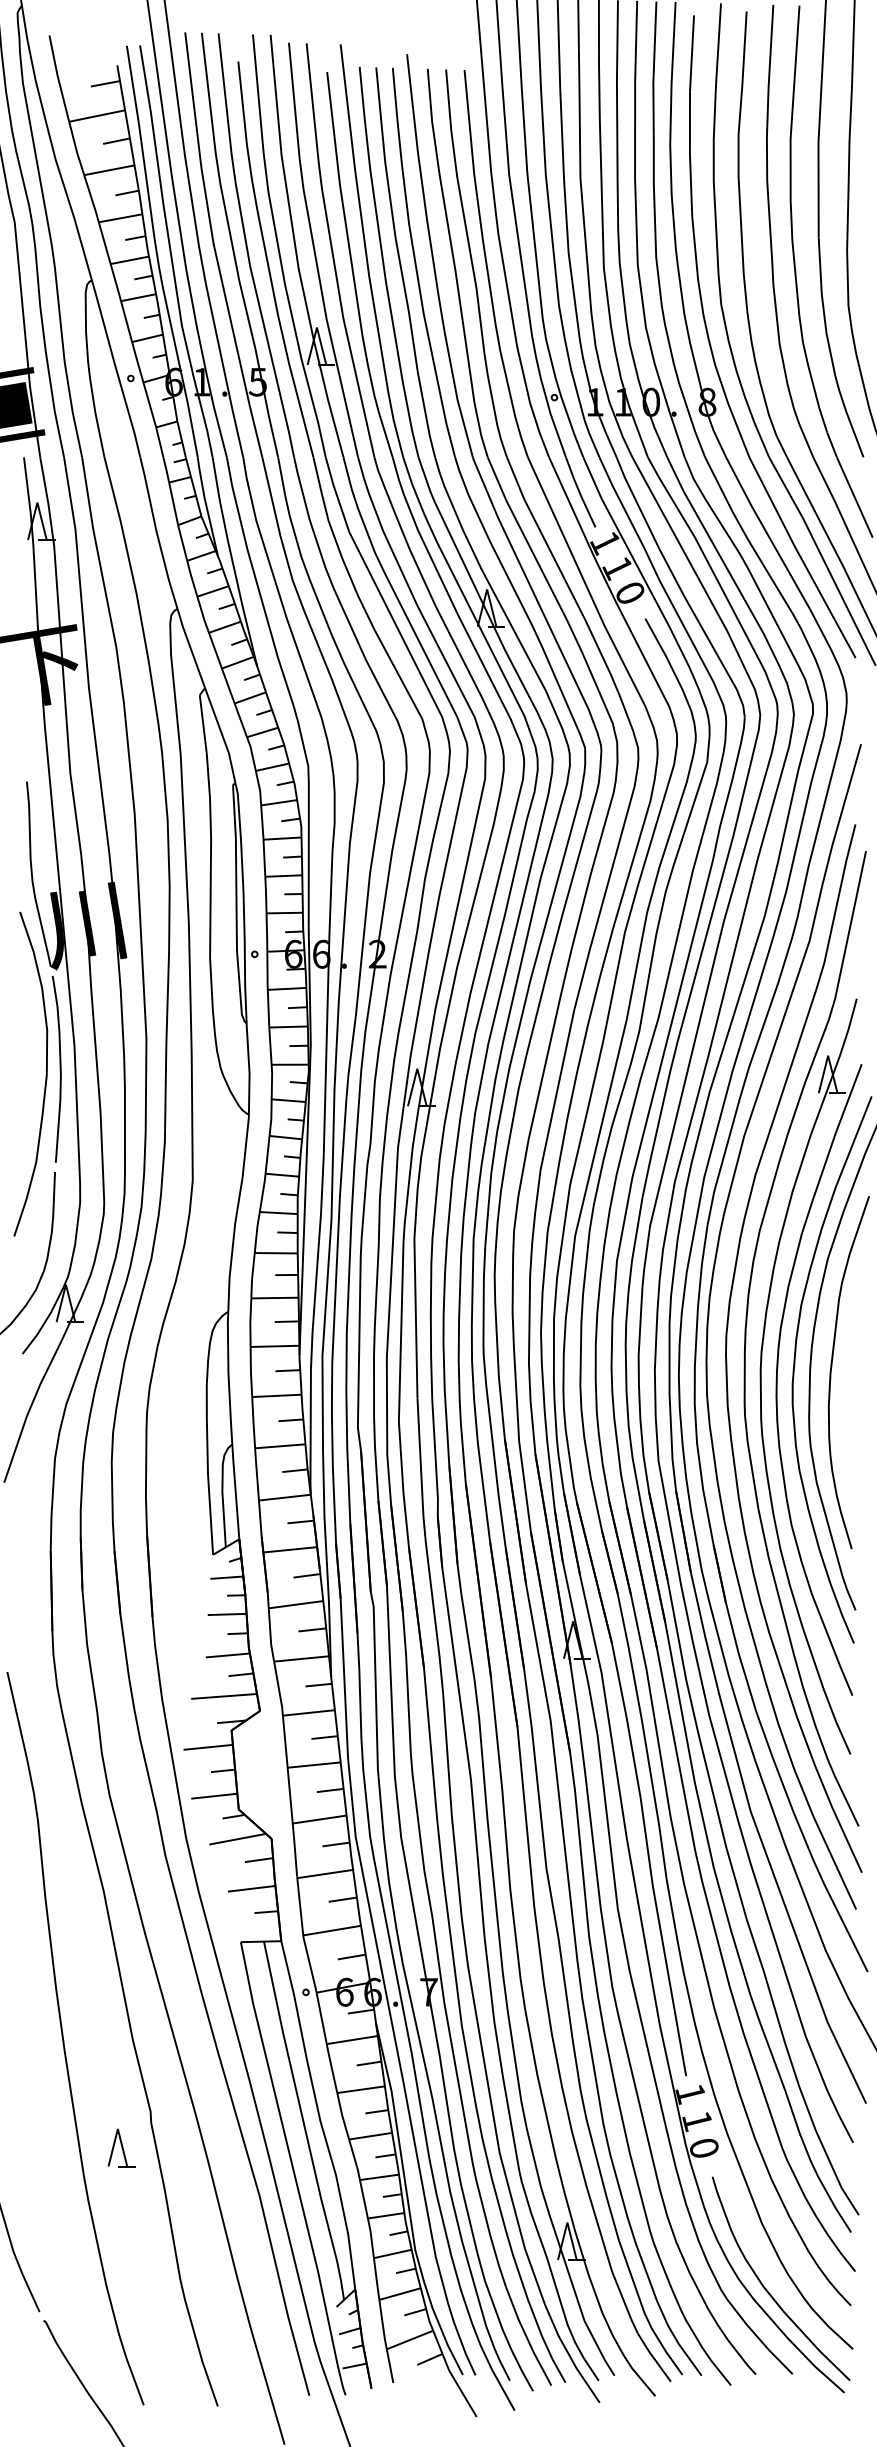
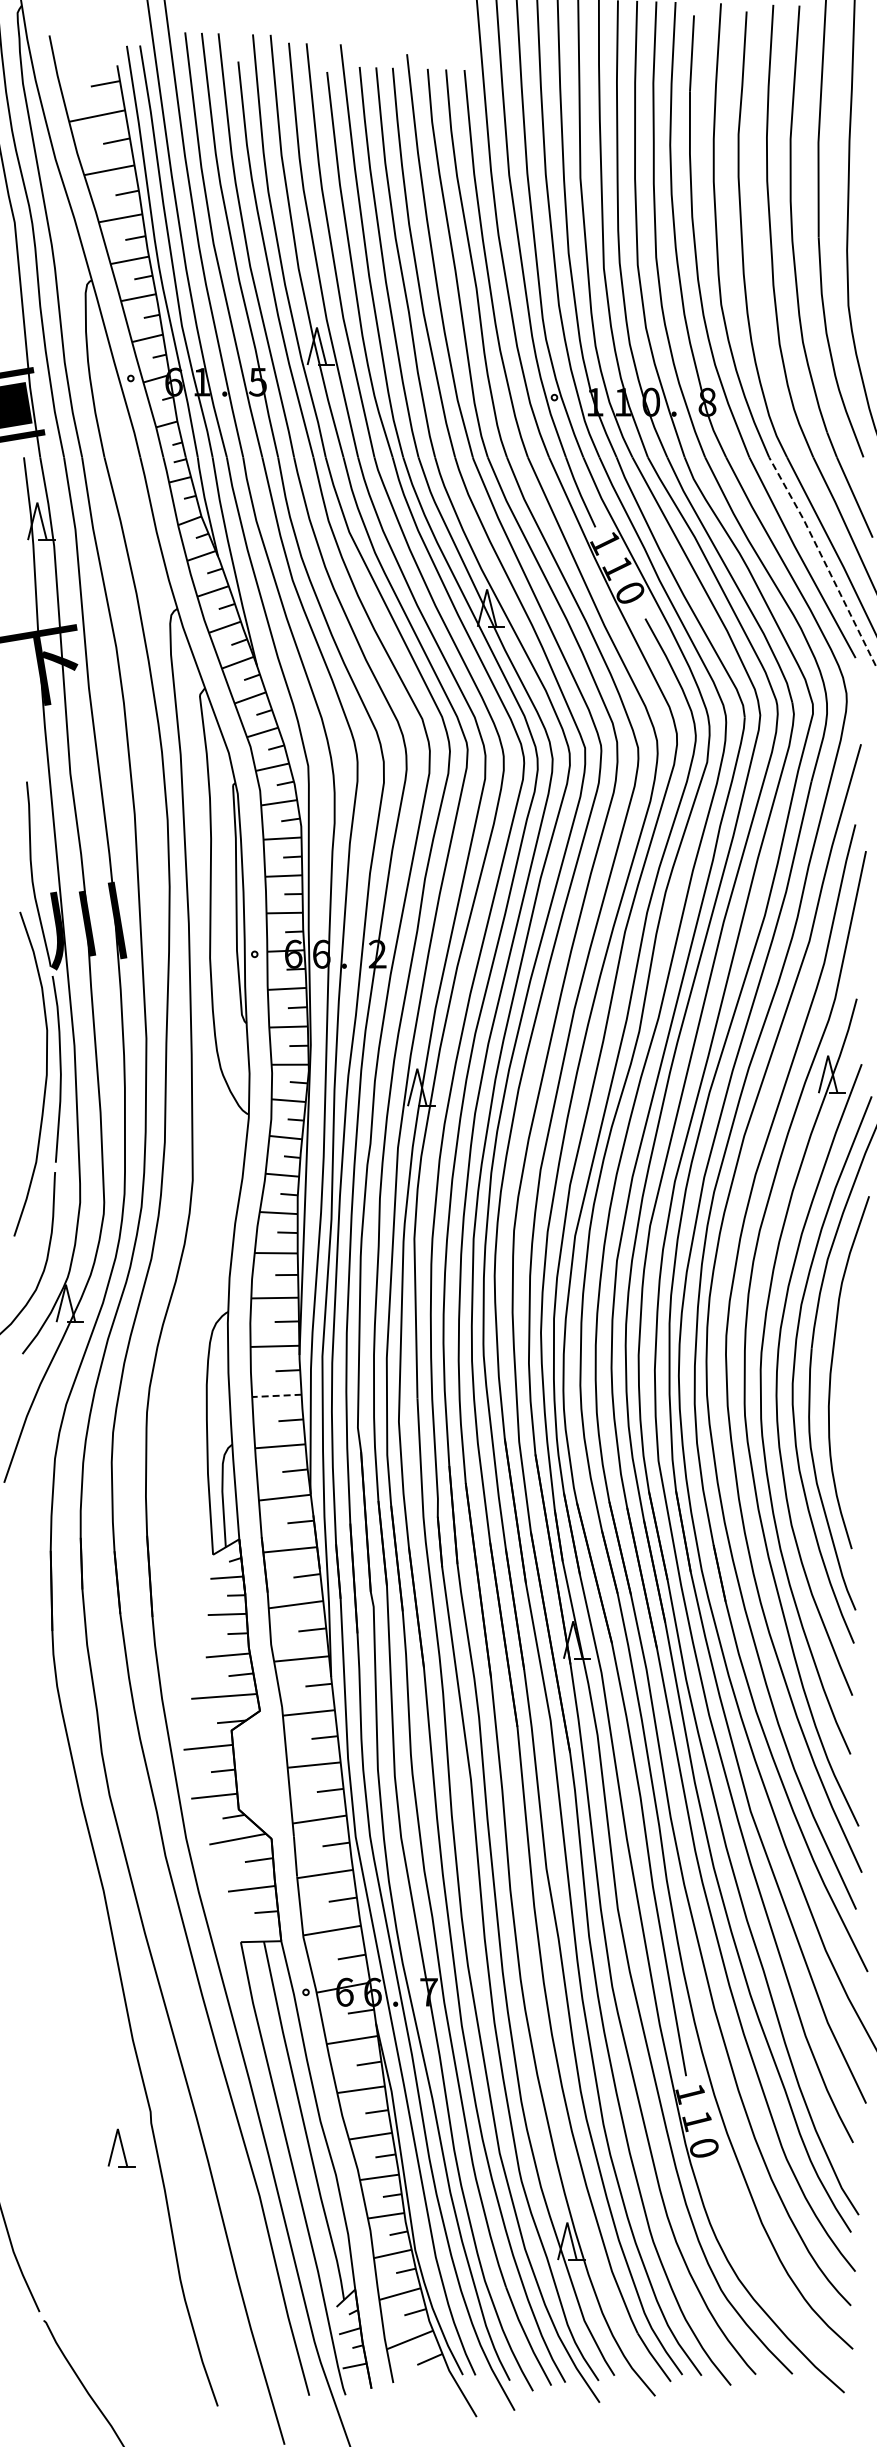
line at (823, 560): solid -> dashed
line at (276, 1395): solid -> dashed
curve at (64, 2040): present -> none
curve at (767, 2289): present -> none
